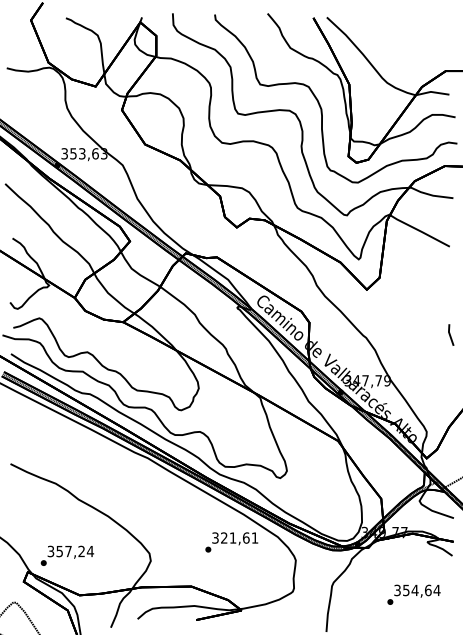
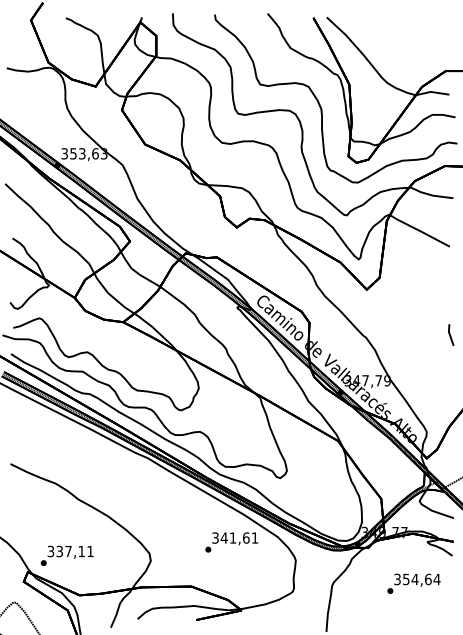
text at (223, 537): 321,61 -> 341,61
text at (75, 551): 357,24 -> 337,11
text at (413, 594) position: (413, 594) -> (413, 583)
